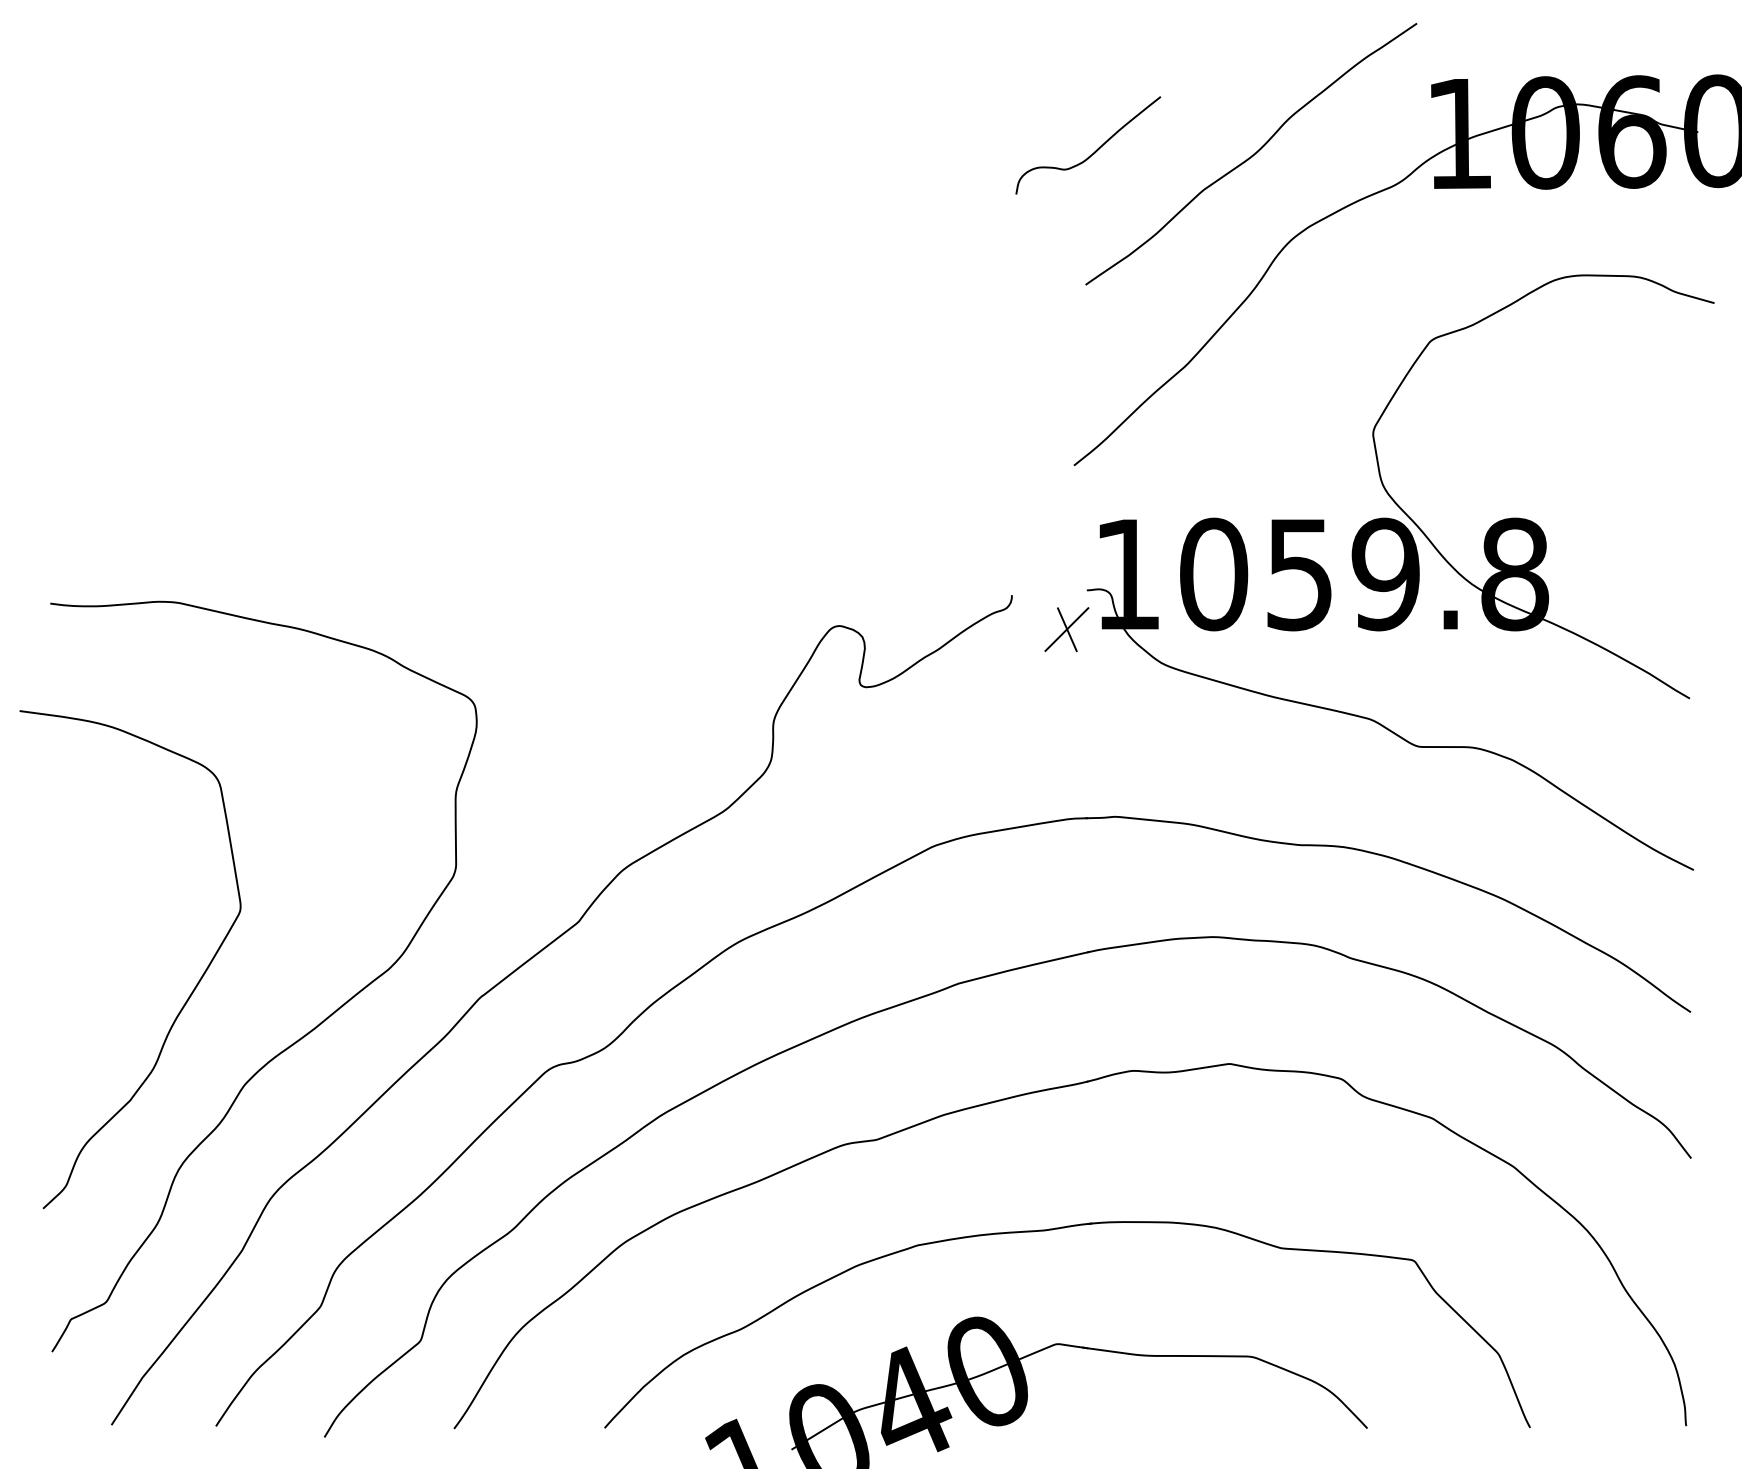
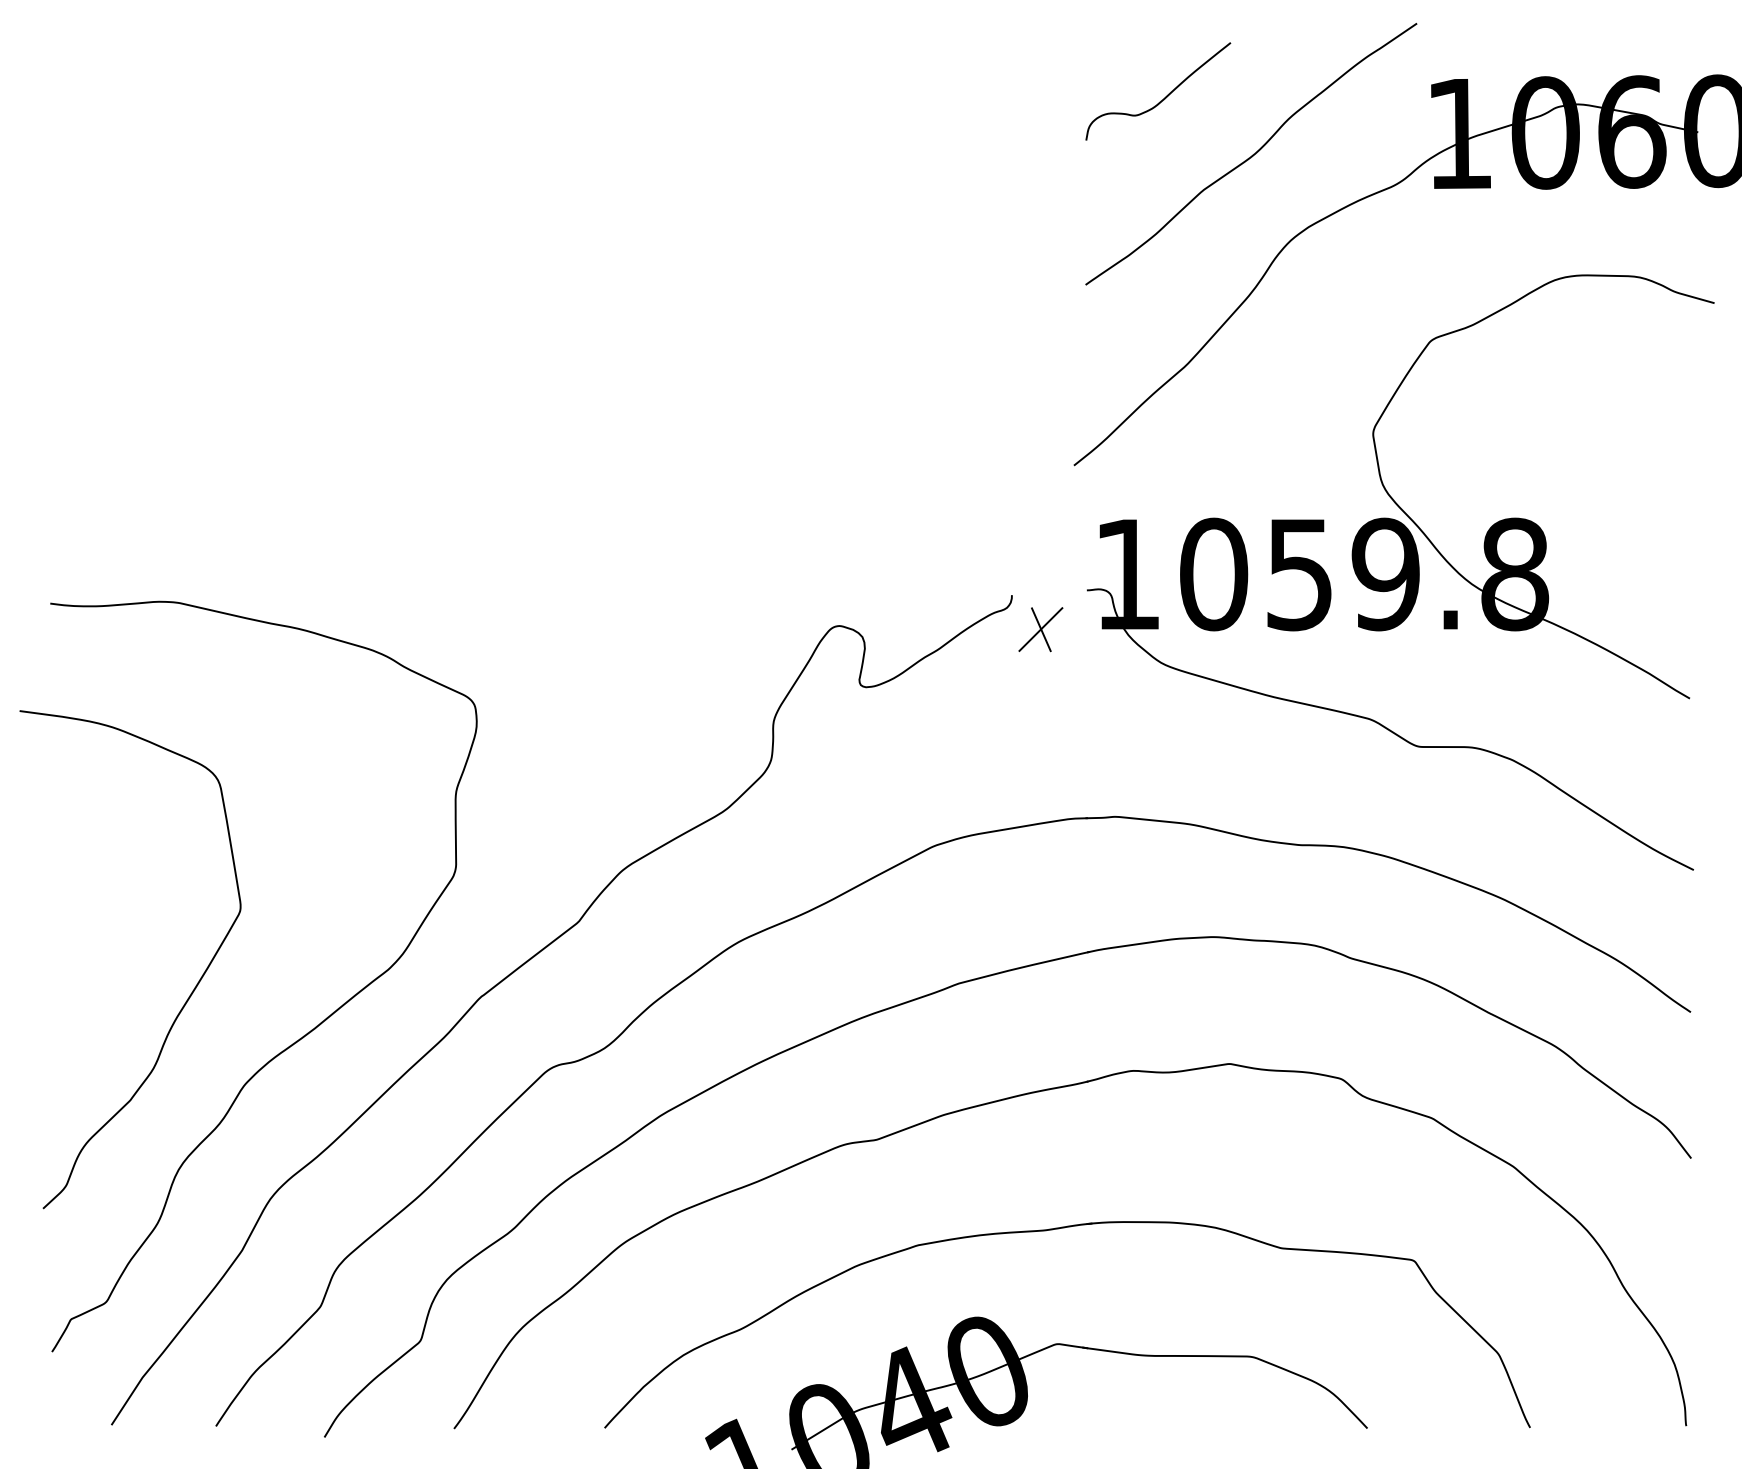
curve at (1094, 151) position: (1094, 151) -> (1164, 97)
part at (1066, 629) position: (1066, 629) -> (1040, 629)
